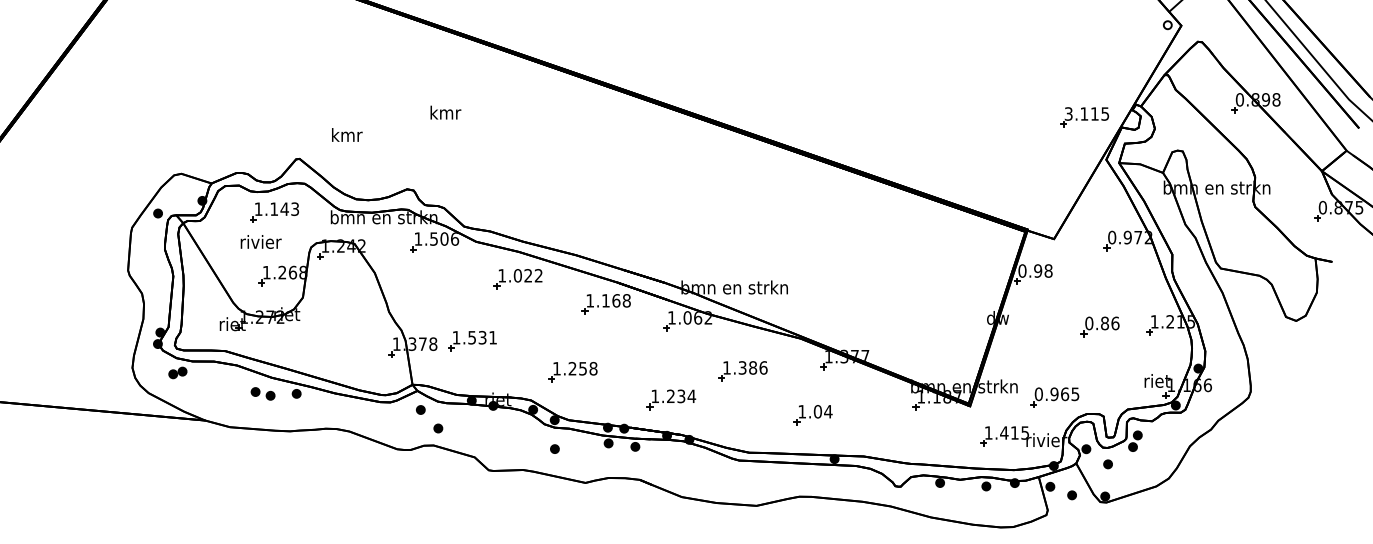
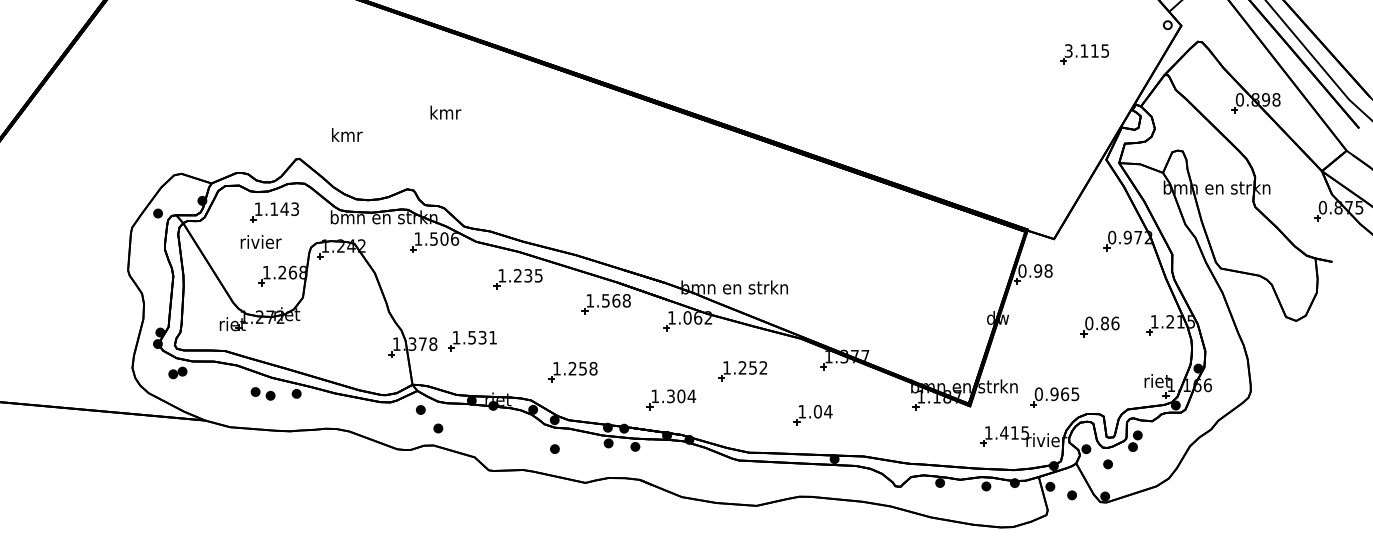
part at (1084, 117) position: (1084, 117) -> (1084, 54)
text at (527, 275): 1.022 -> 1.235
text at (605, 300): 1.168 -> 1.568
text at (752, 367): 1.386 -> 1.252
text at (676, 396): 1.234 -> 1.304
